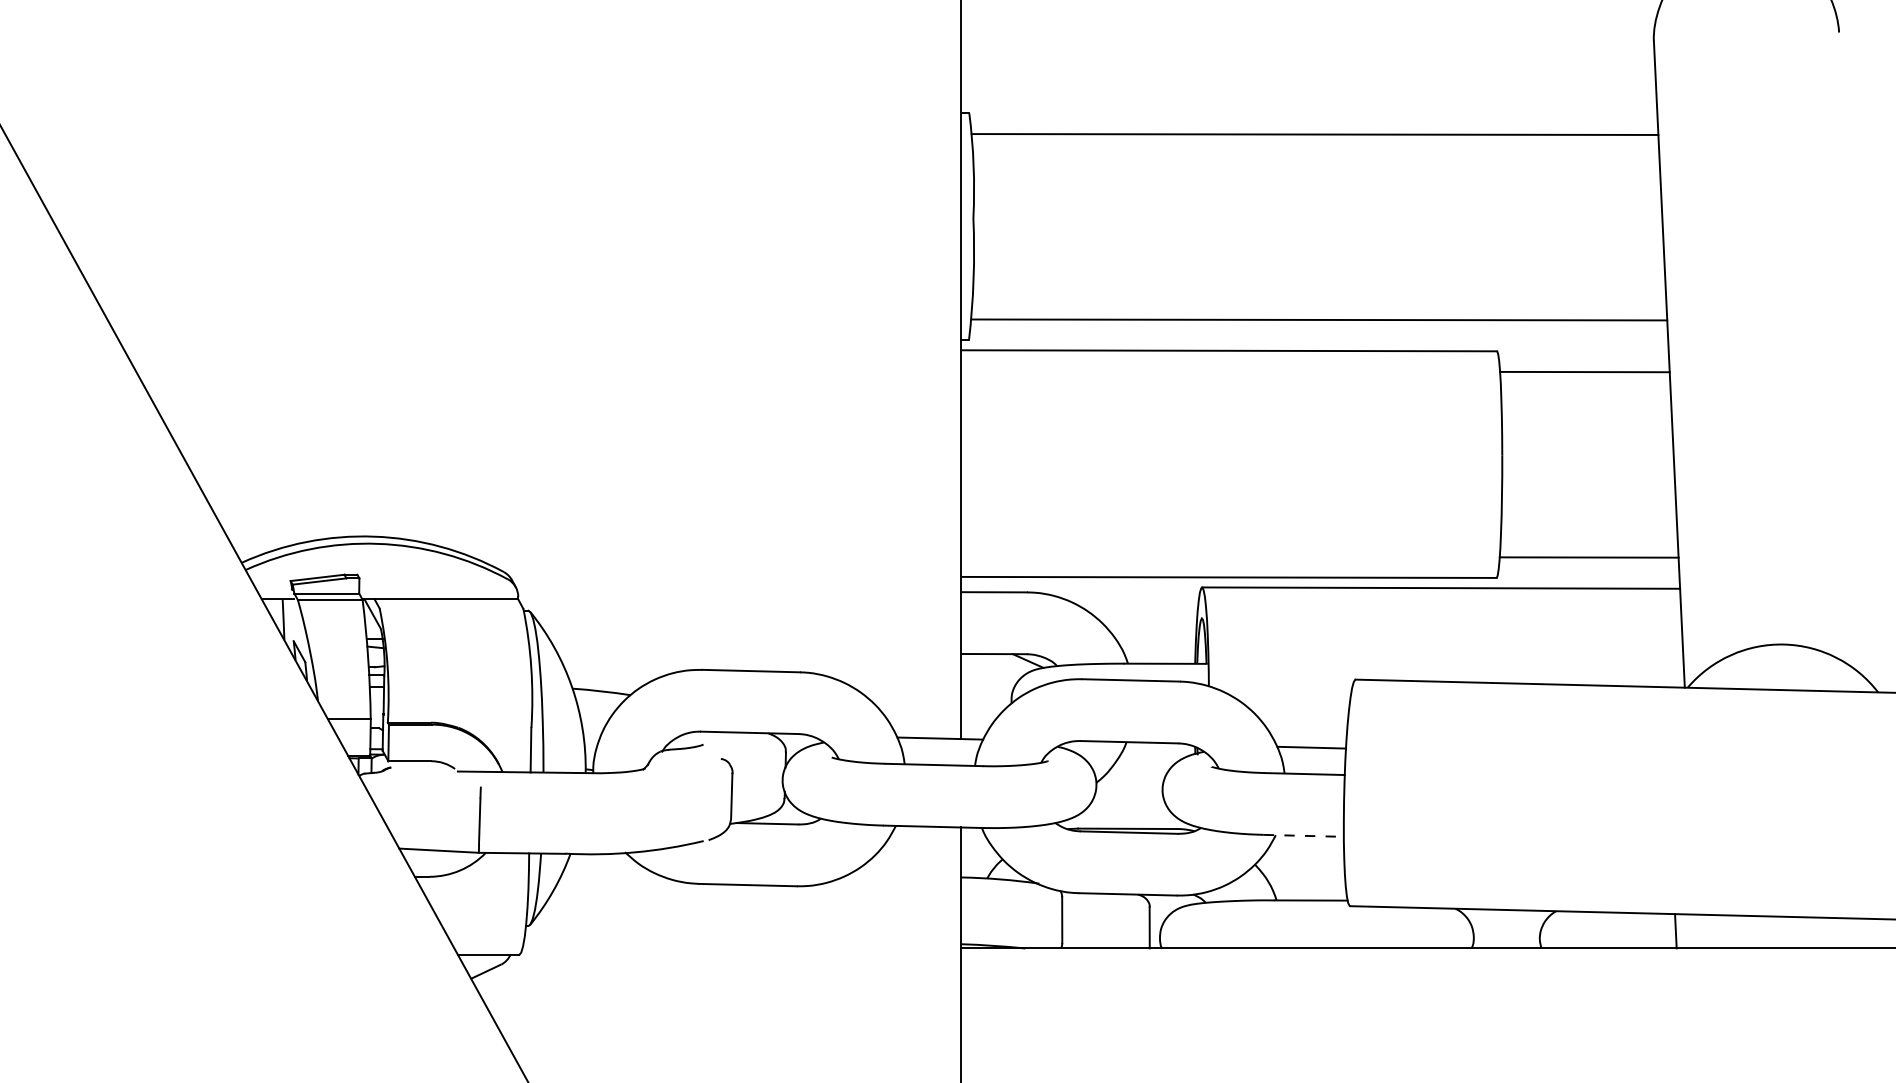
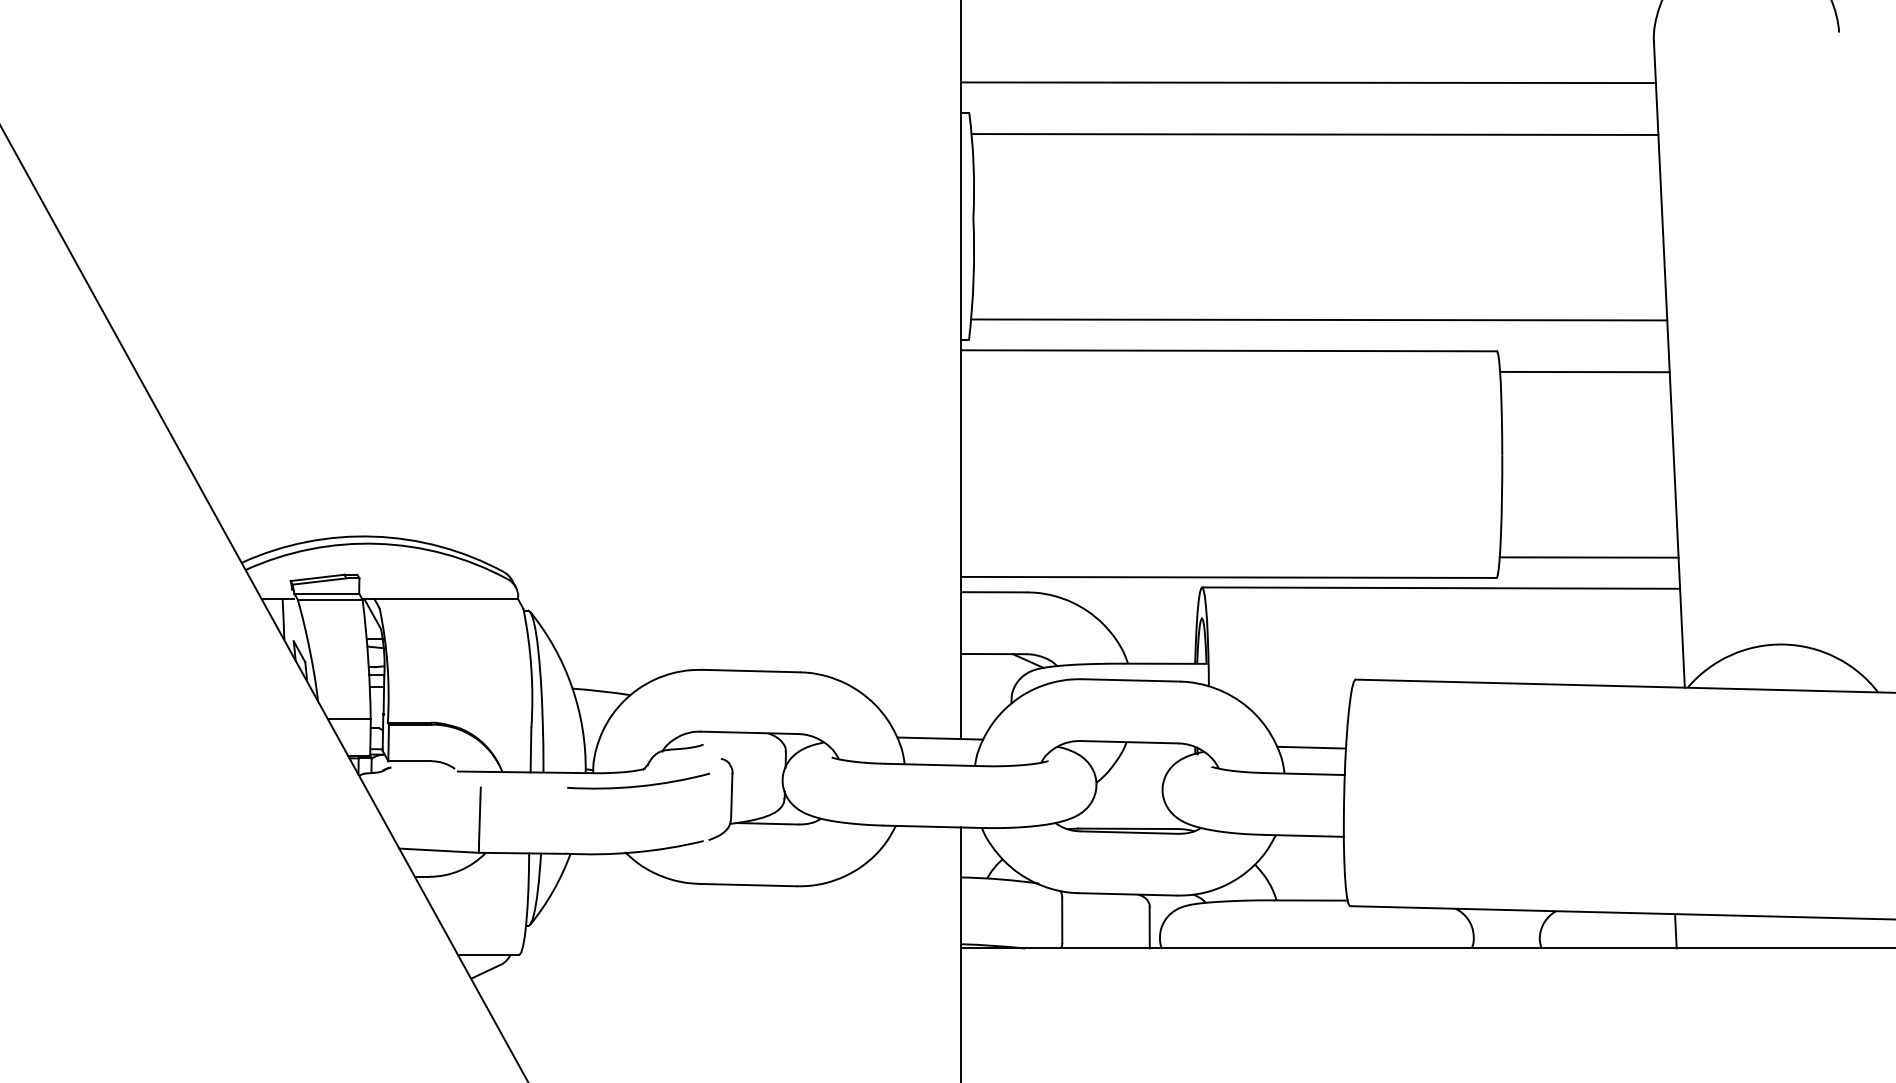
line at (1308, 82): none -> present
arc at (638, 785): none -> present
line at (1304, 835): dashed -> solid
